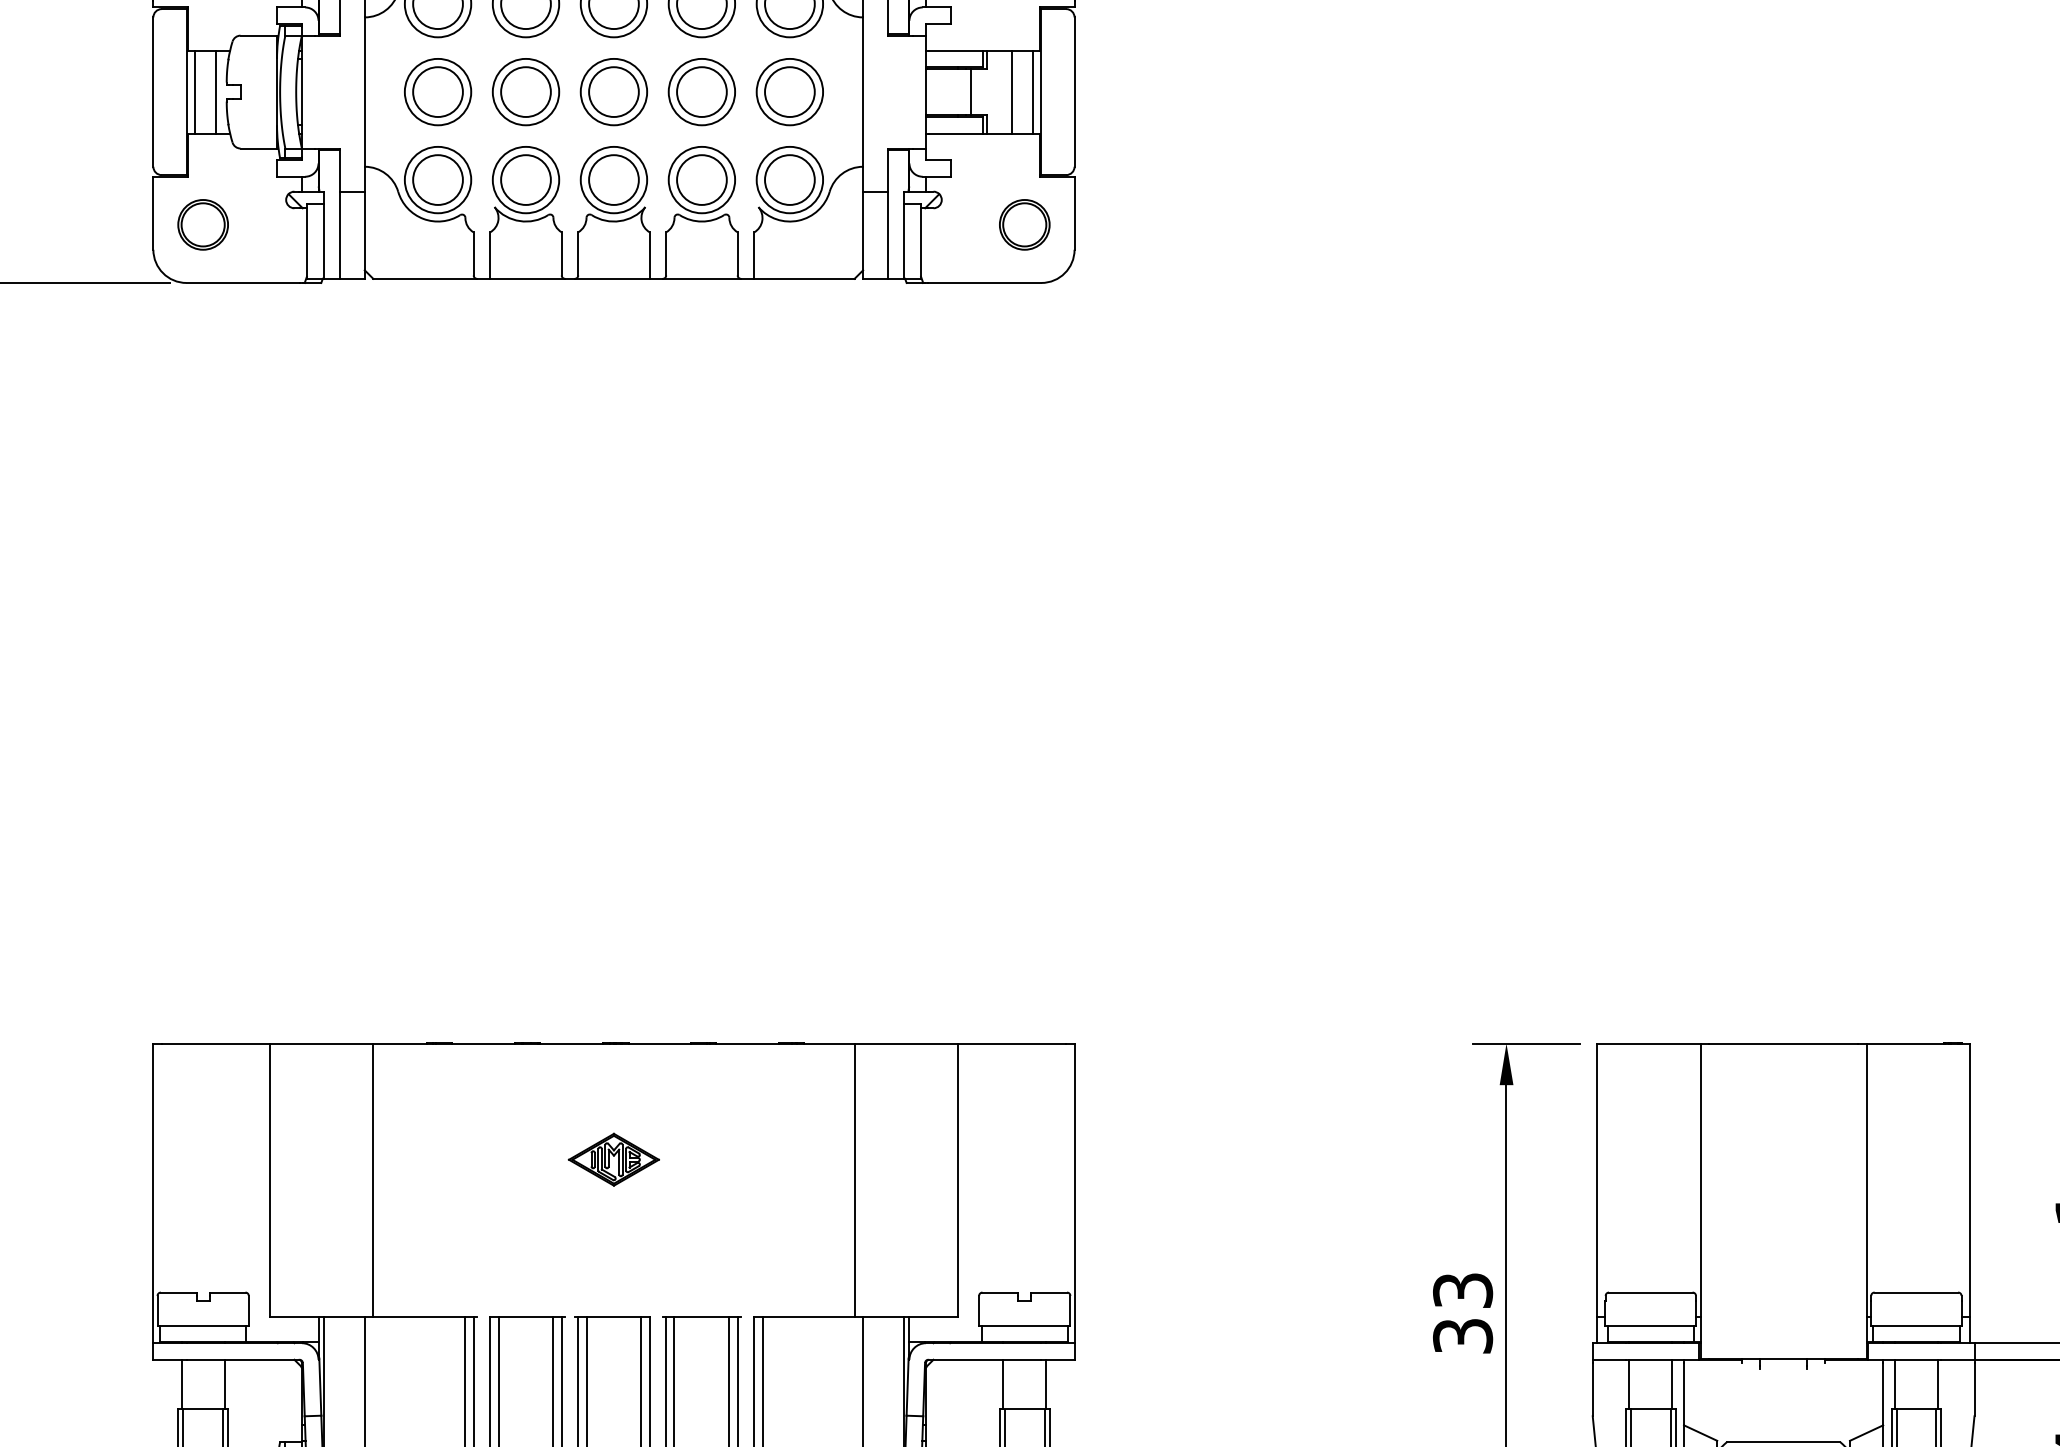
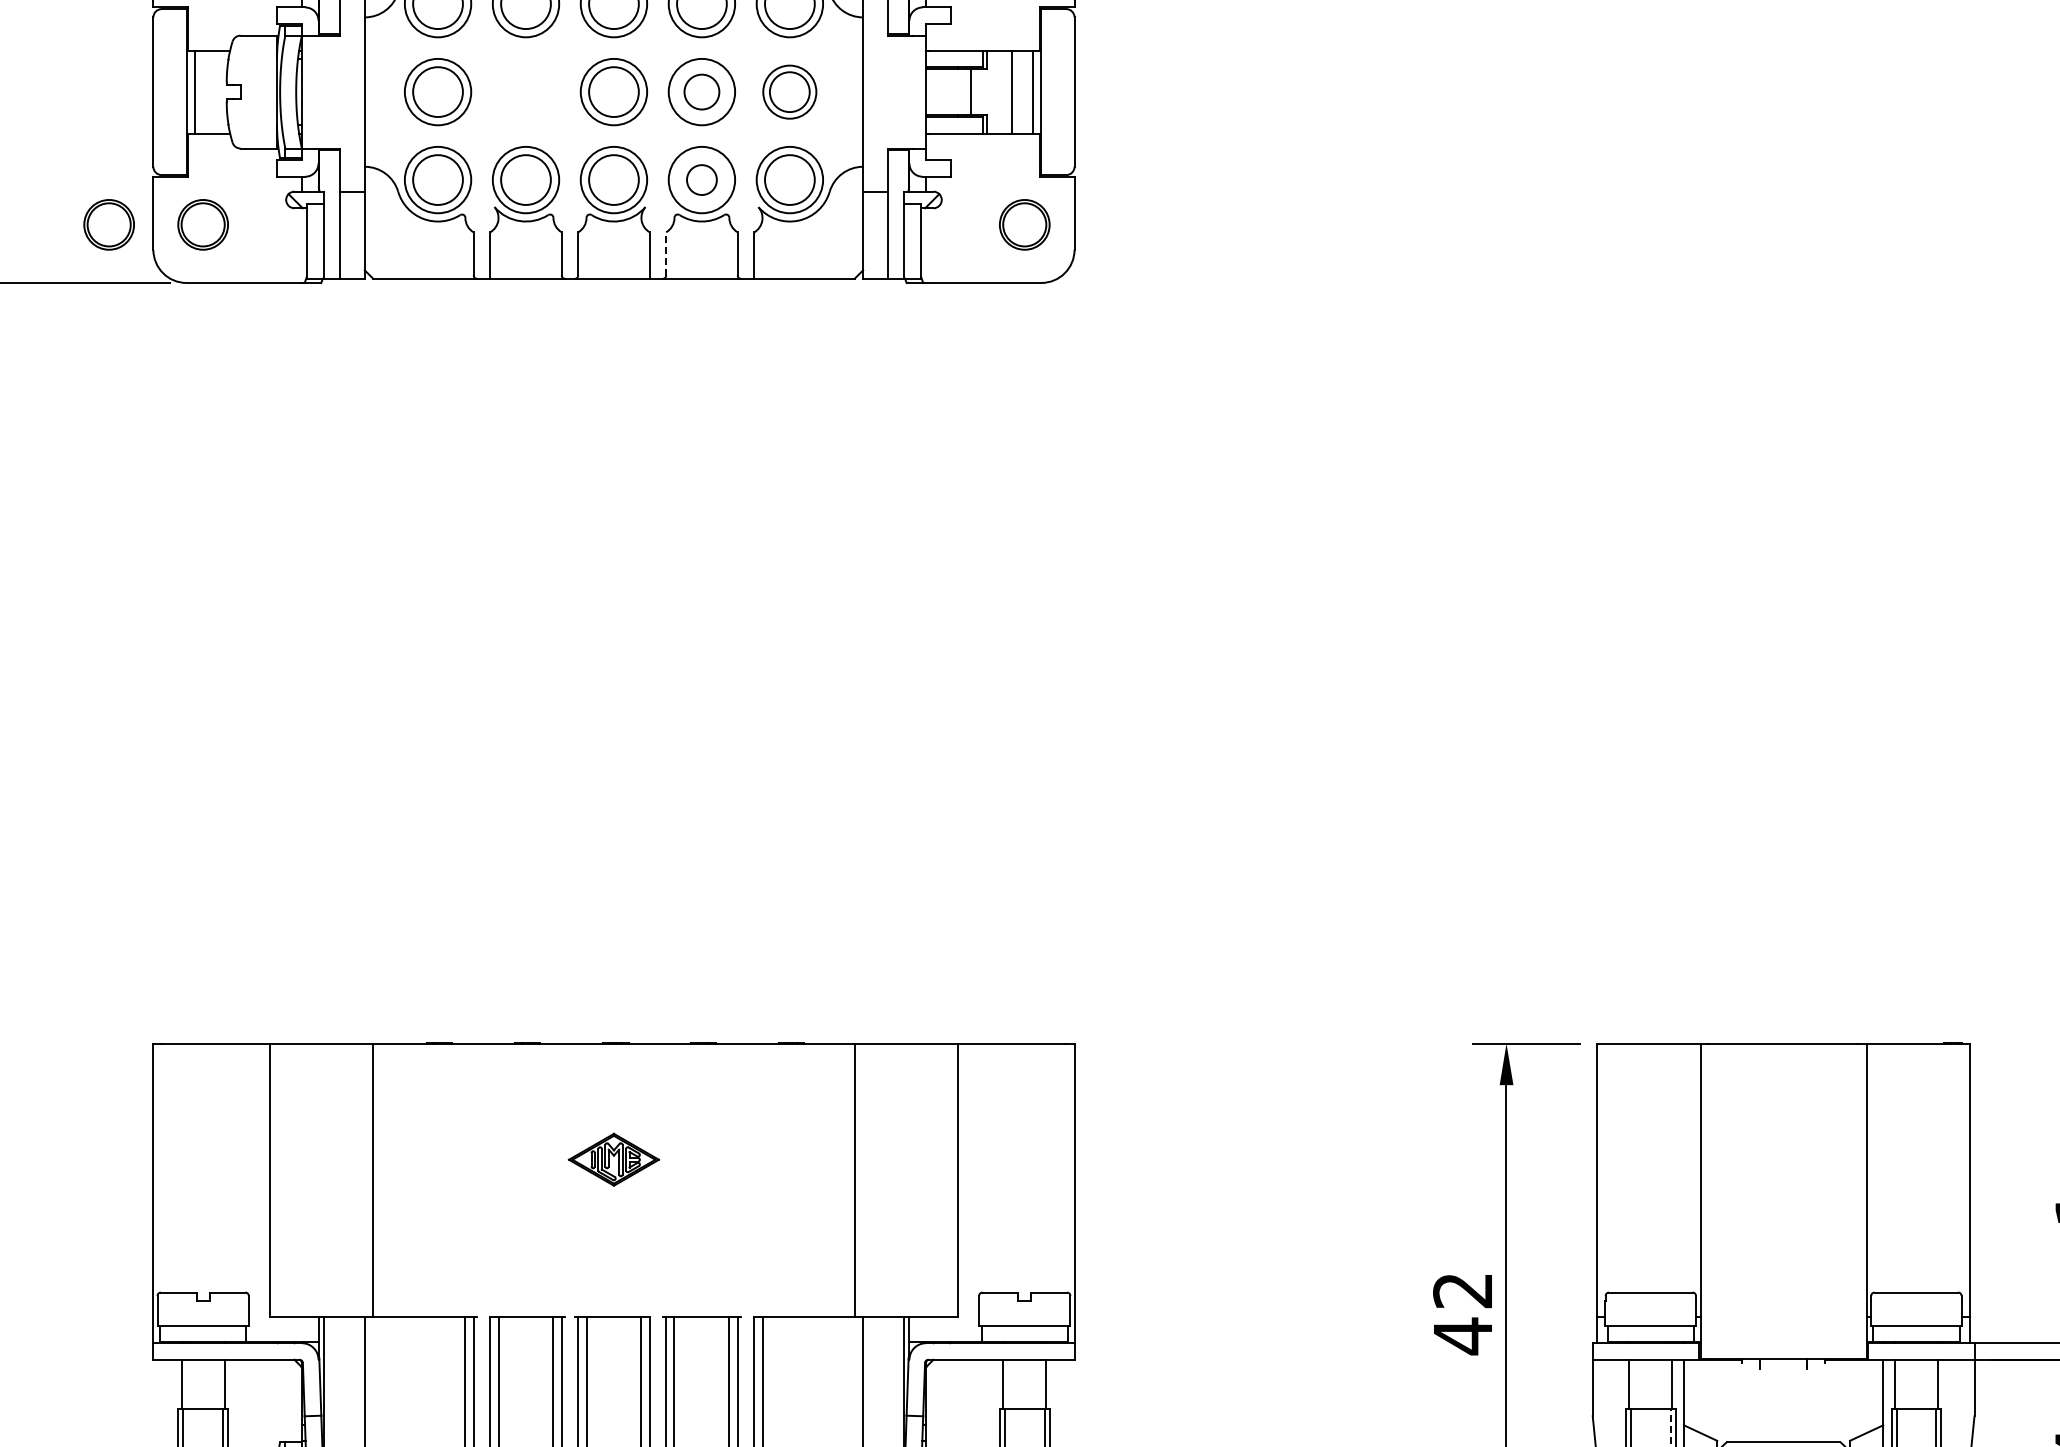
line at (215, 91): present -> none
part at (525, 92): present -> none
circle at (701, 92) diameter: 50 px -> 35 px
part at (789, 92) size: 69x69 px -> 56x56 px
circle at (701, 179) diameter: 50 px -> 30 px
part at (108, 224): none -> present
line at (666, 253): solid -> dashed
text at (1463, 1314): 33 -> 42
line at (1670, 1427): solid -> dashed
